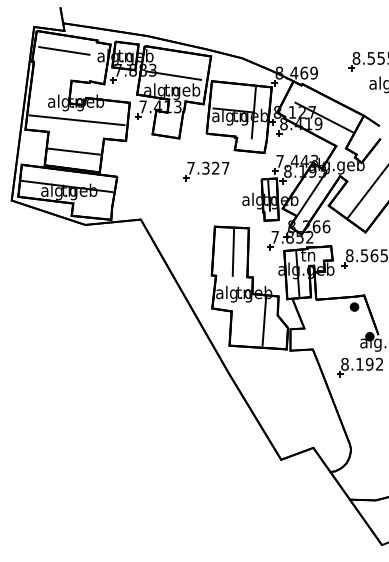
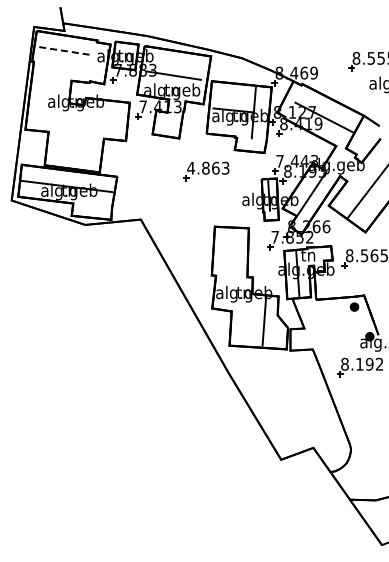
line at (64, 51): solid -> dashed
line at (76, 120): present -> none
line at (74, 151): present -> none
text at (208, 167): 7.327 -> 4.863
line at (233, 251): present -> none
